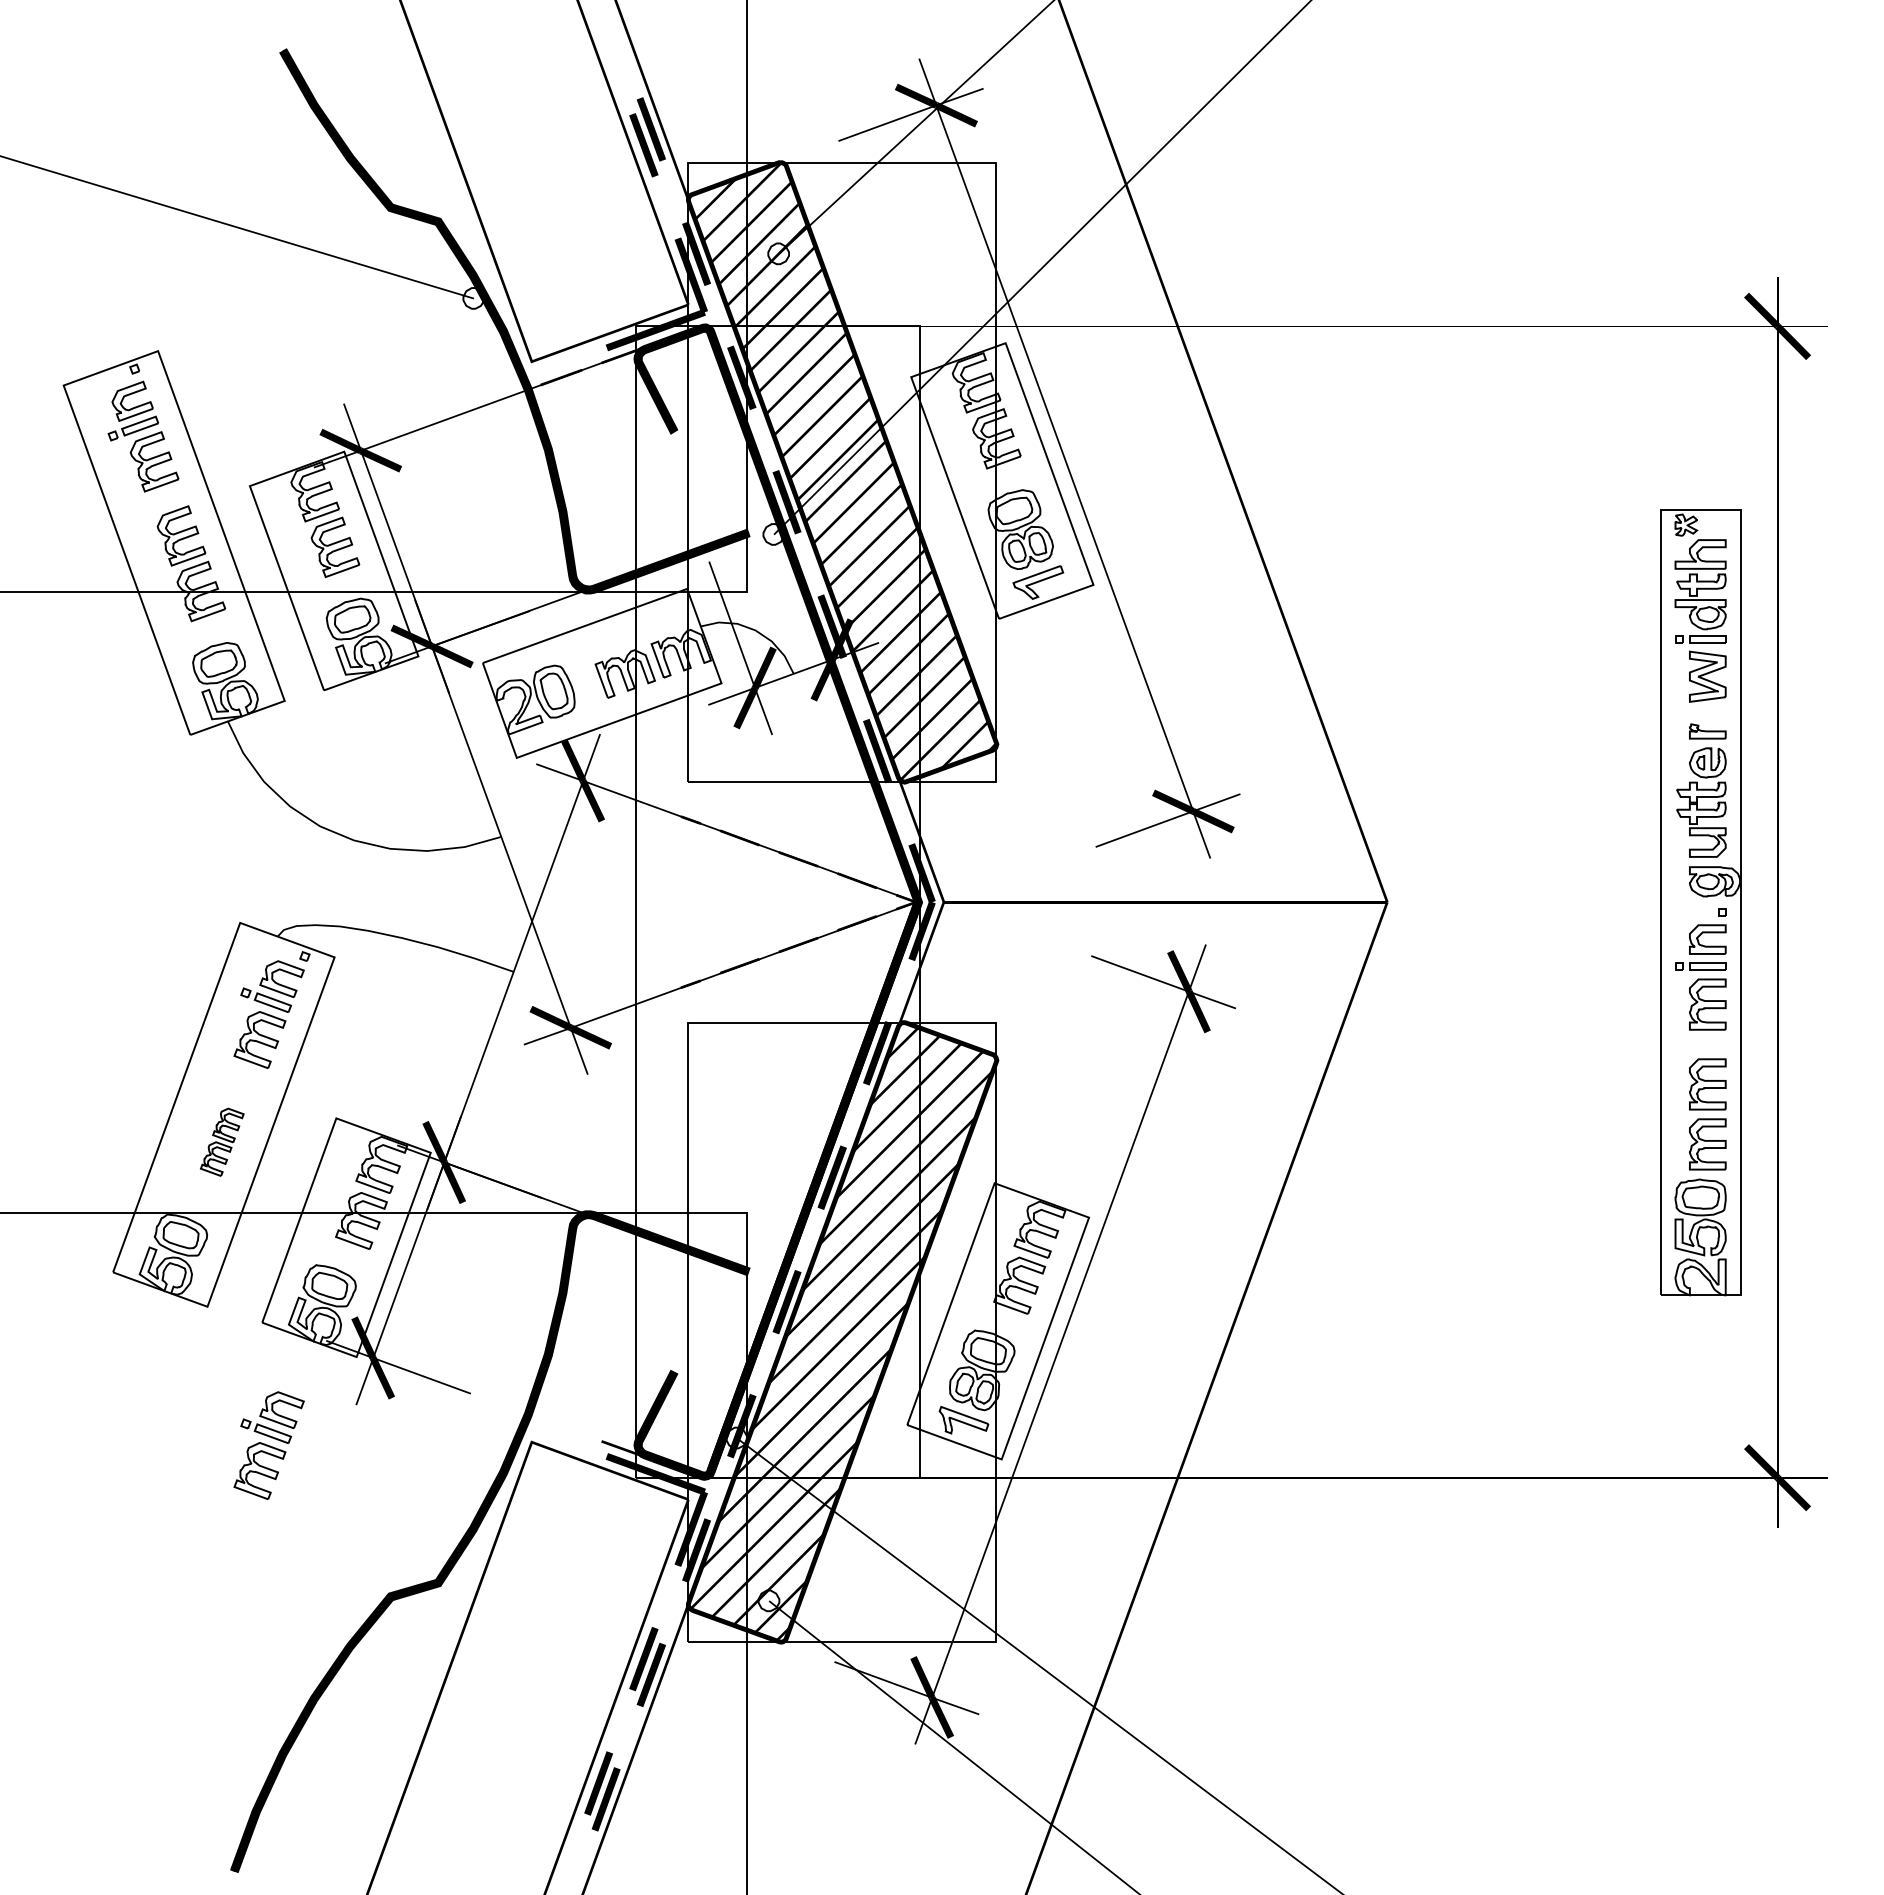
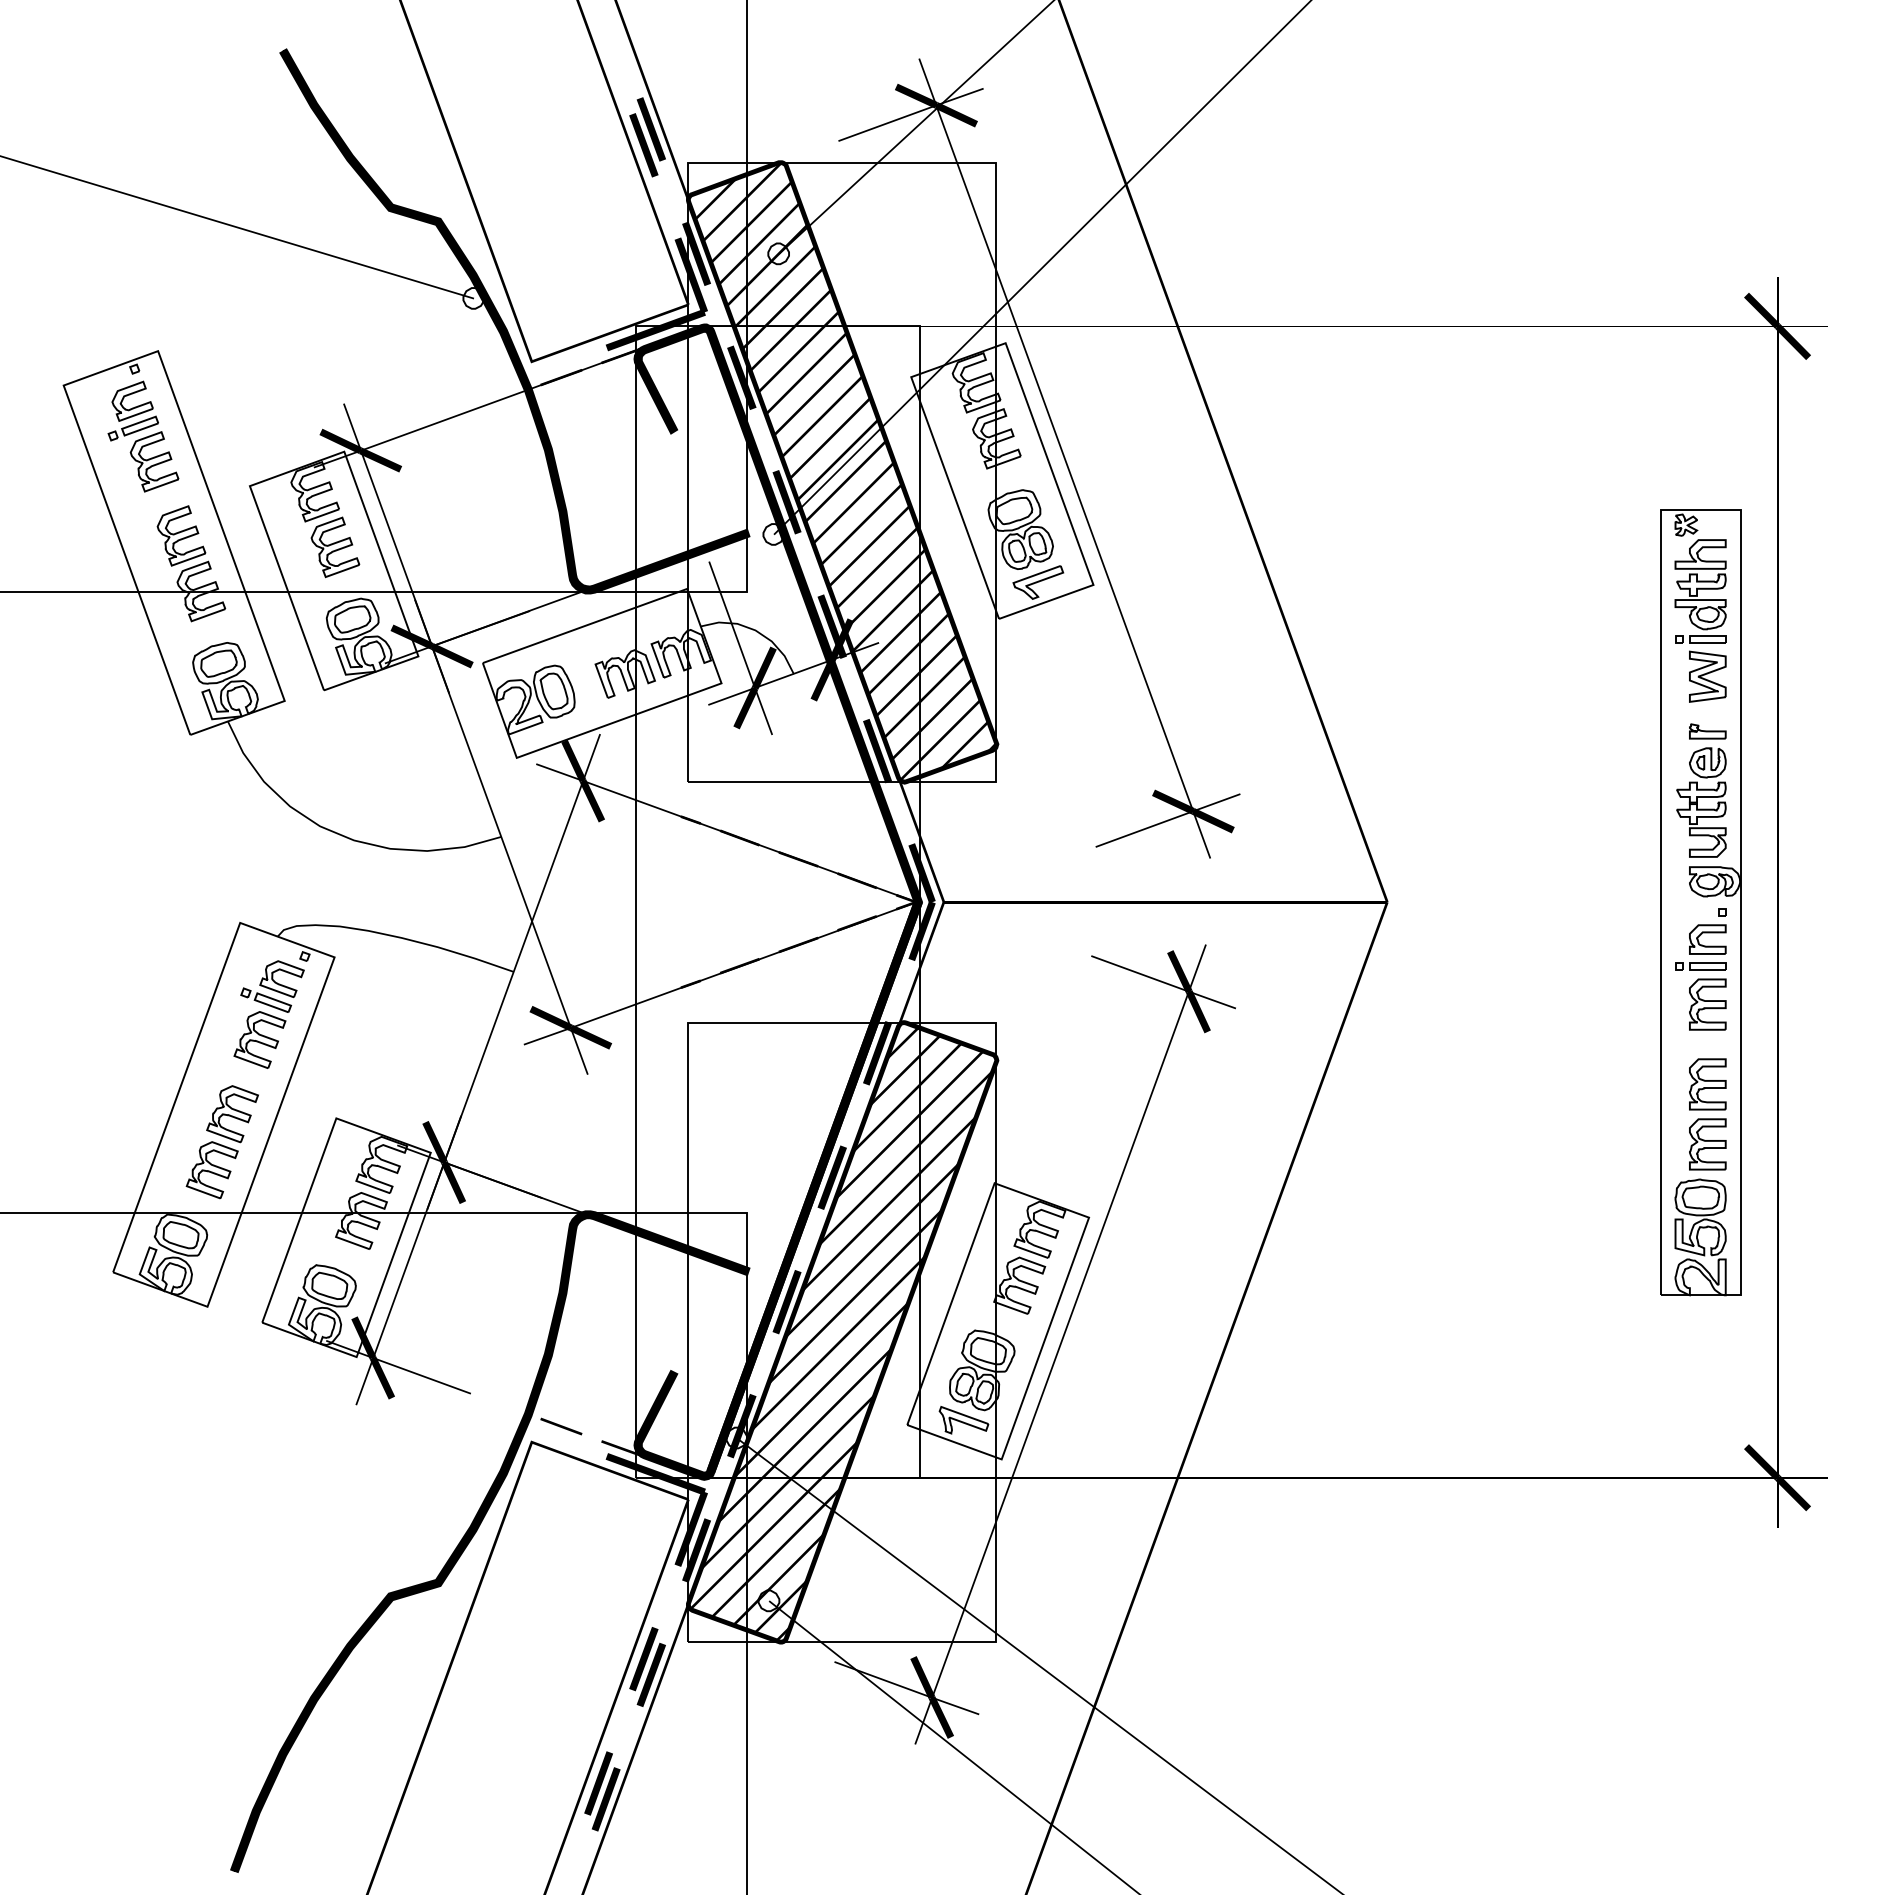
part at (222, 1141) size: 45x70 px -> 74x115 px
line at (561, 1426): none -> present
part at (268, 1445): present -> none
